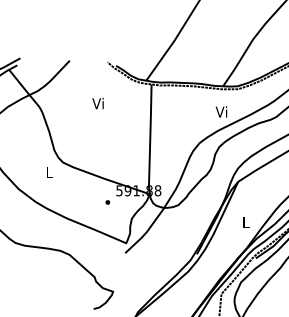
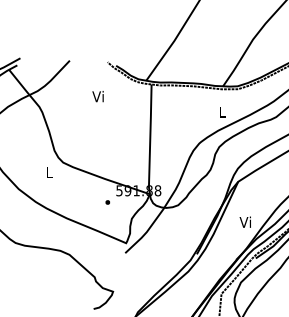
text at (97, 103) position: (97, 103) -> (97, 96)
text at (221, 111): Vi -> L
text at (244, 221): L -> Vi
